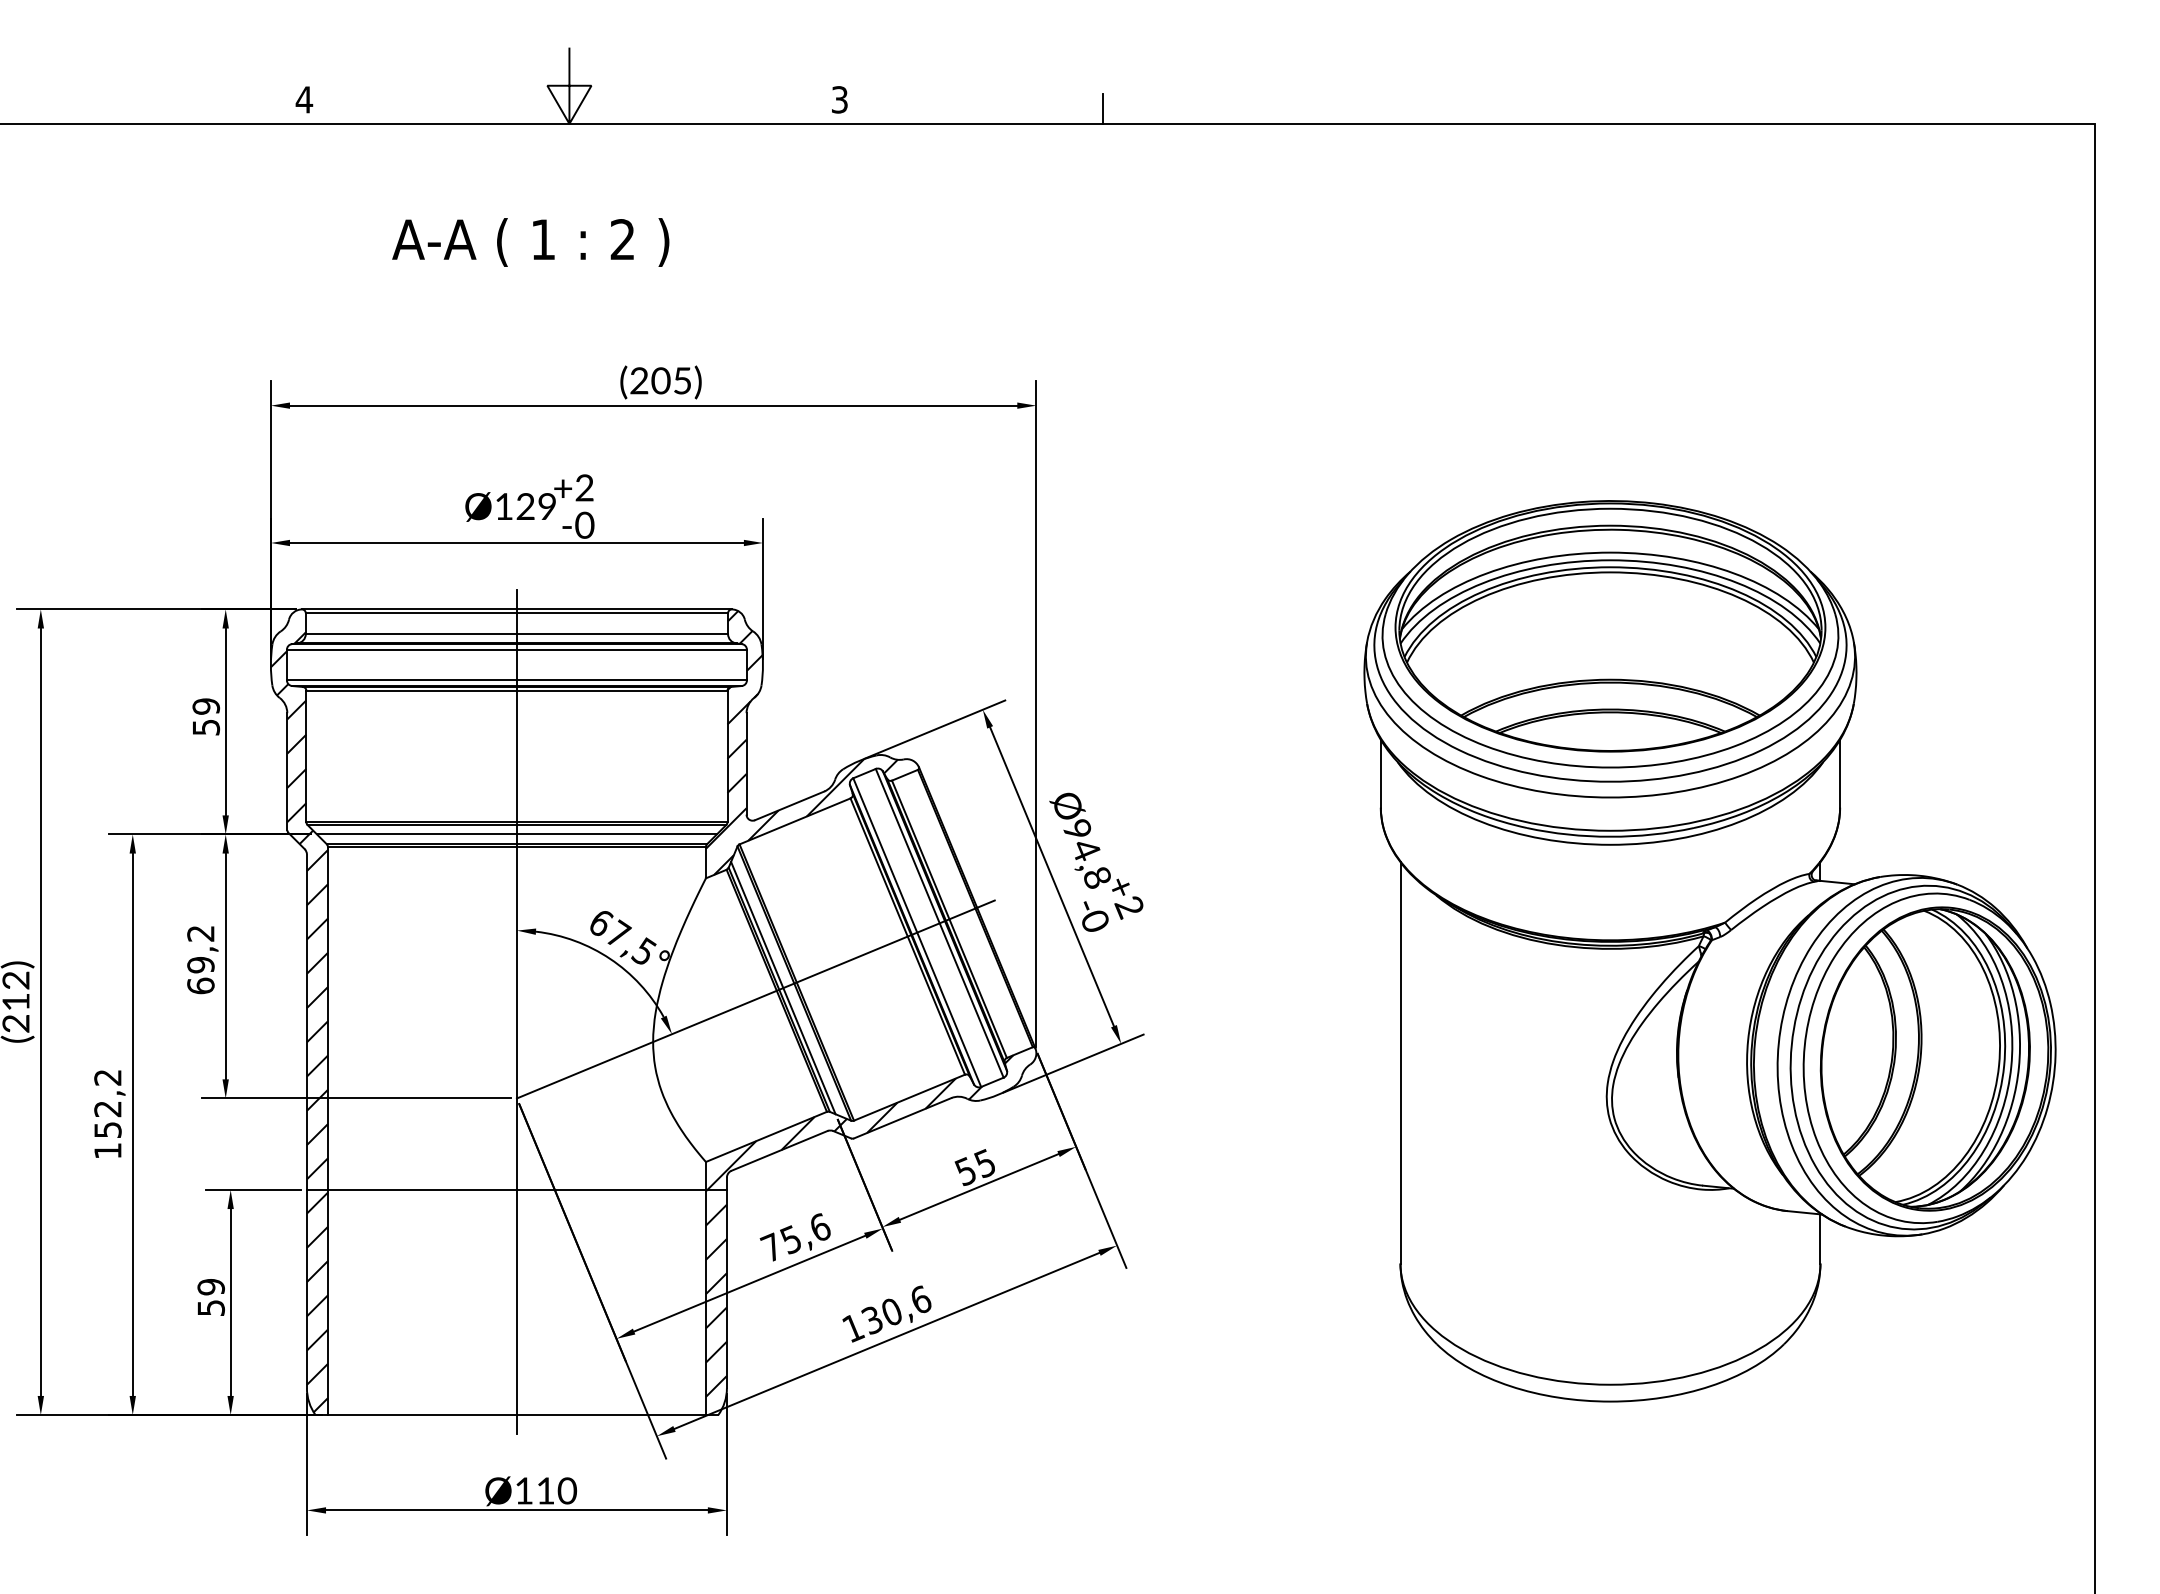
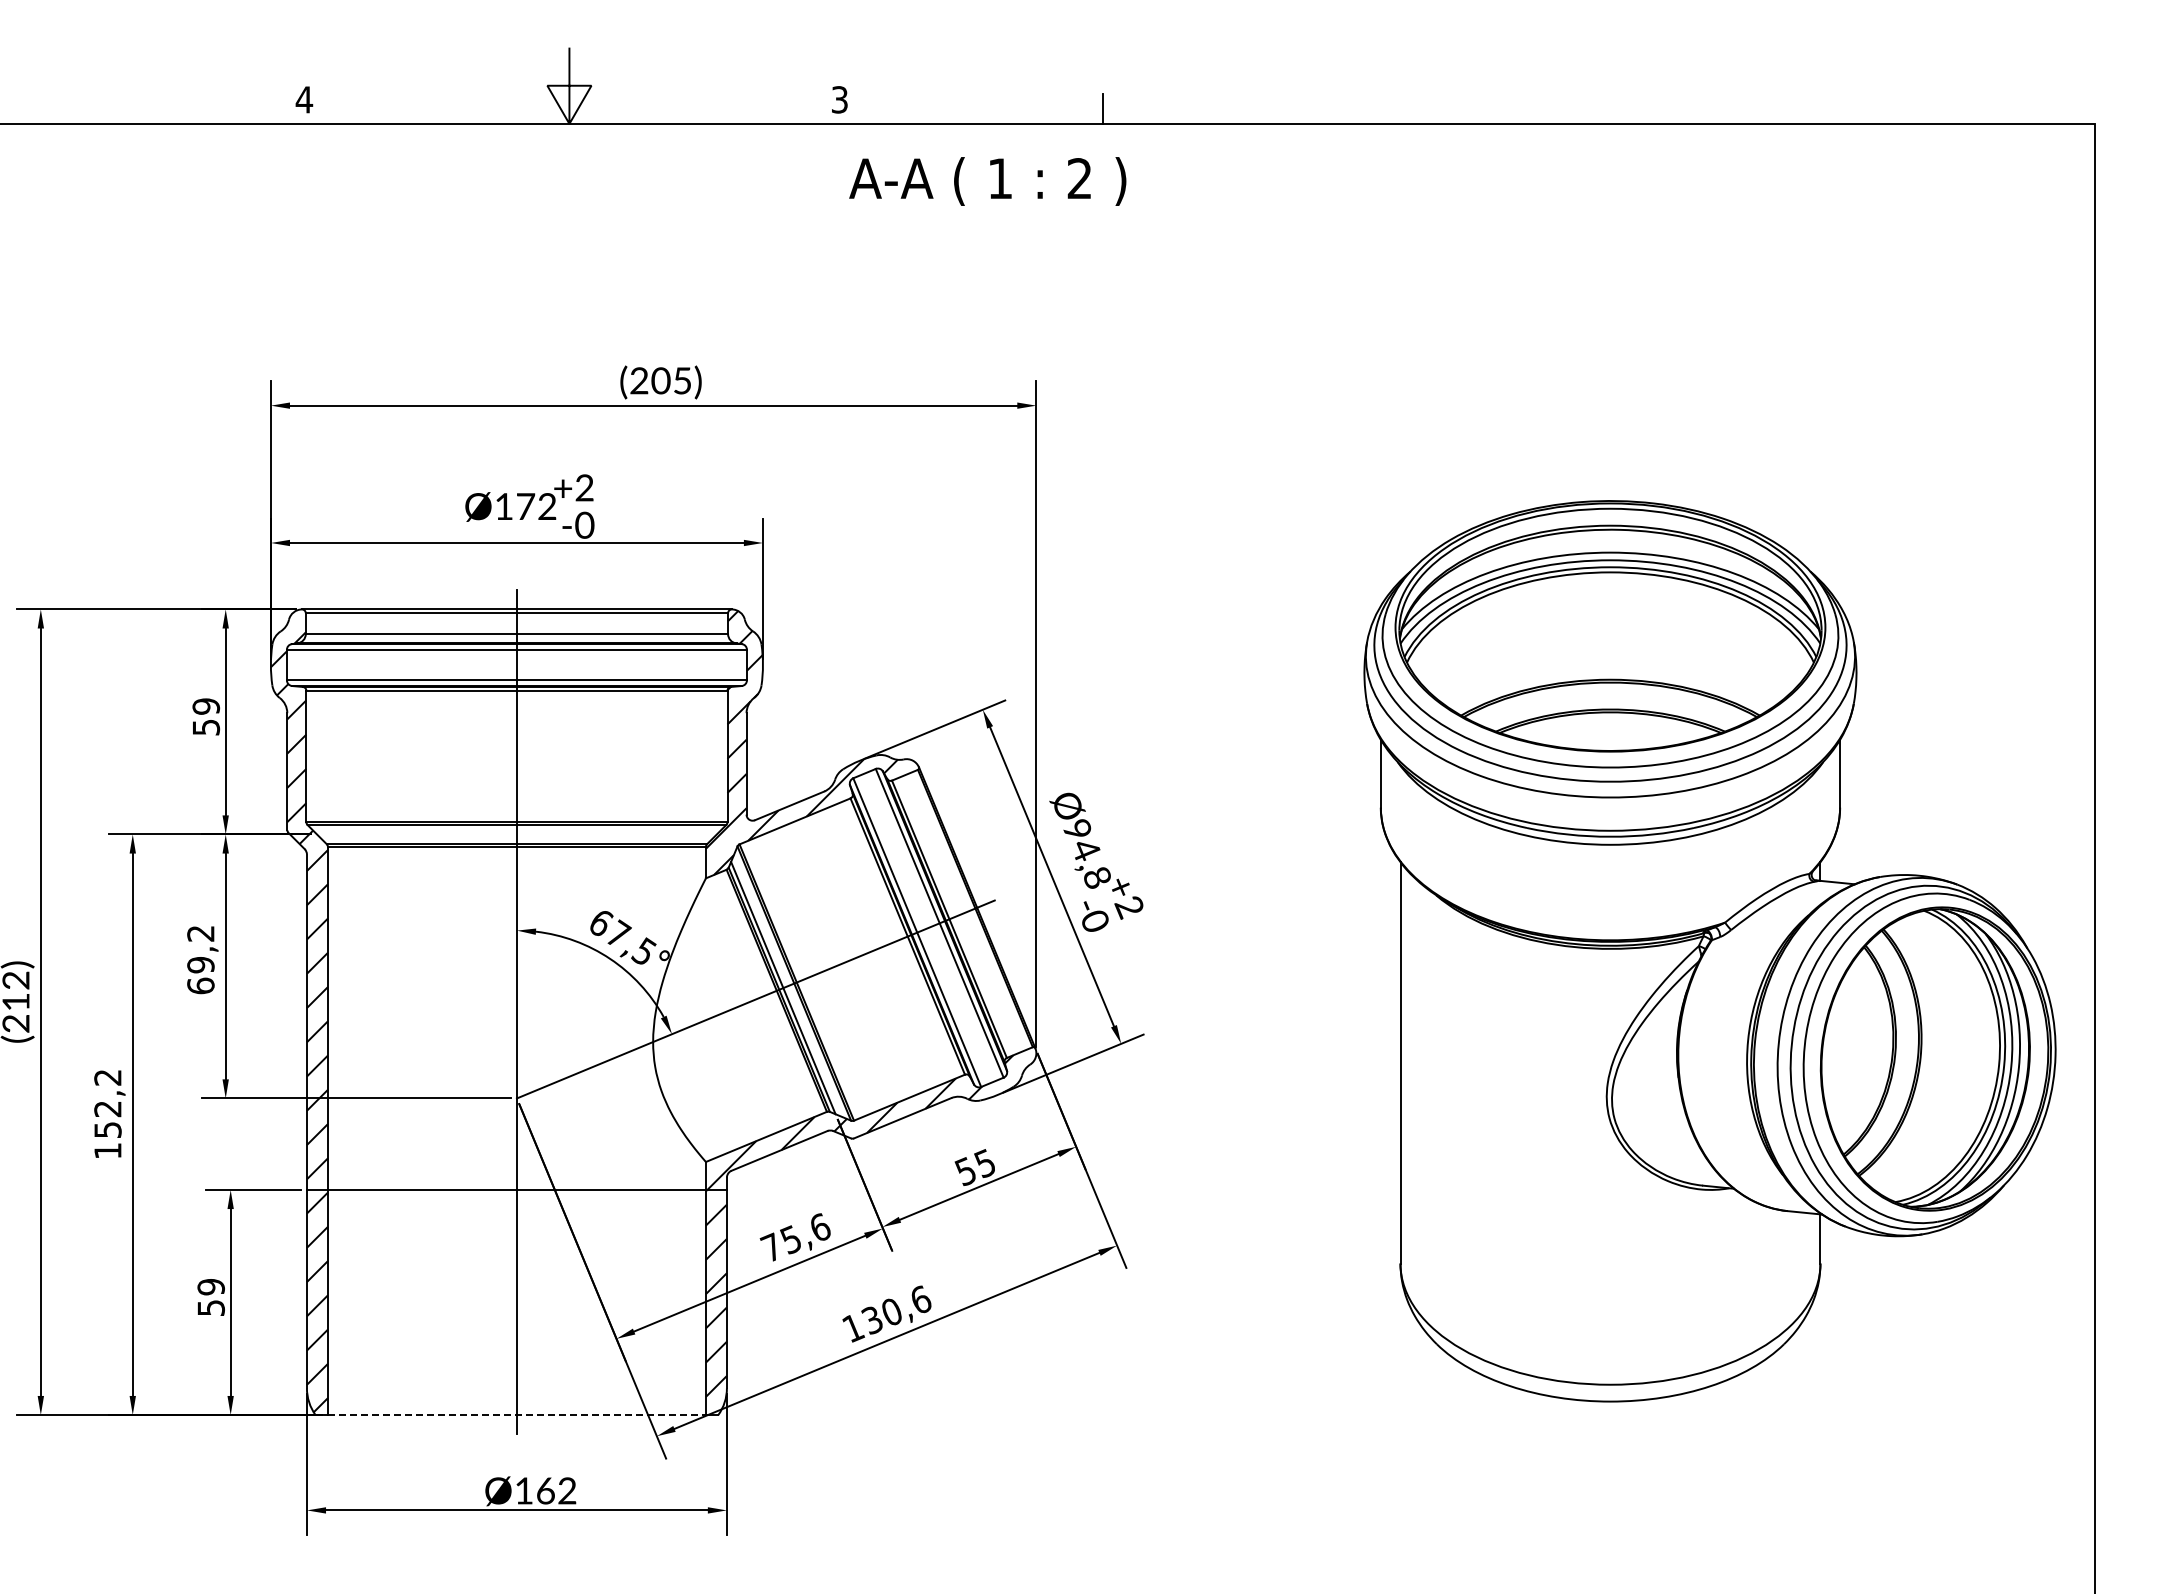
text at (530, 242) position: (530, 242) -> (987, 181)
text at (536, 506): Ø129 -> Ø172
line at (516, 834): present -> none
line at (517, 1415): solid -> dashed
text at (557, 1490): Ø110 -> Ø162
